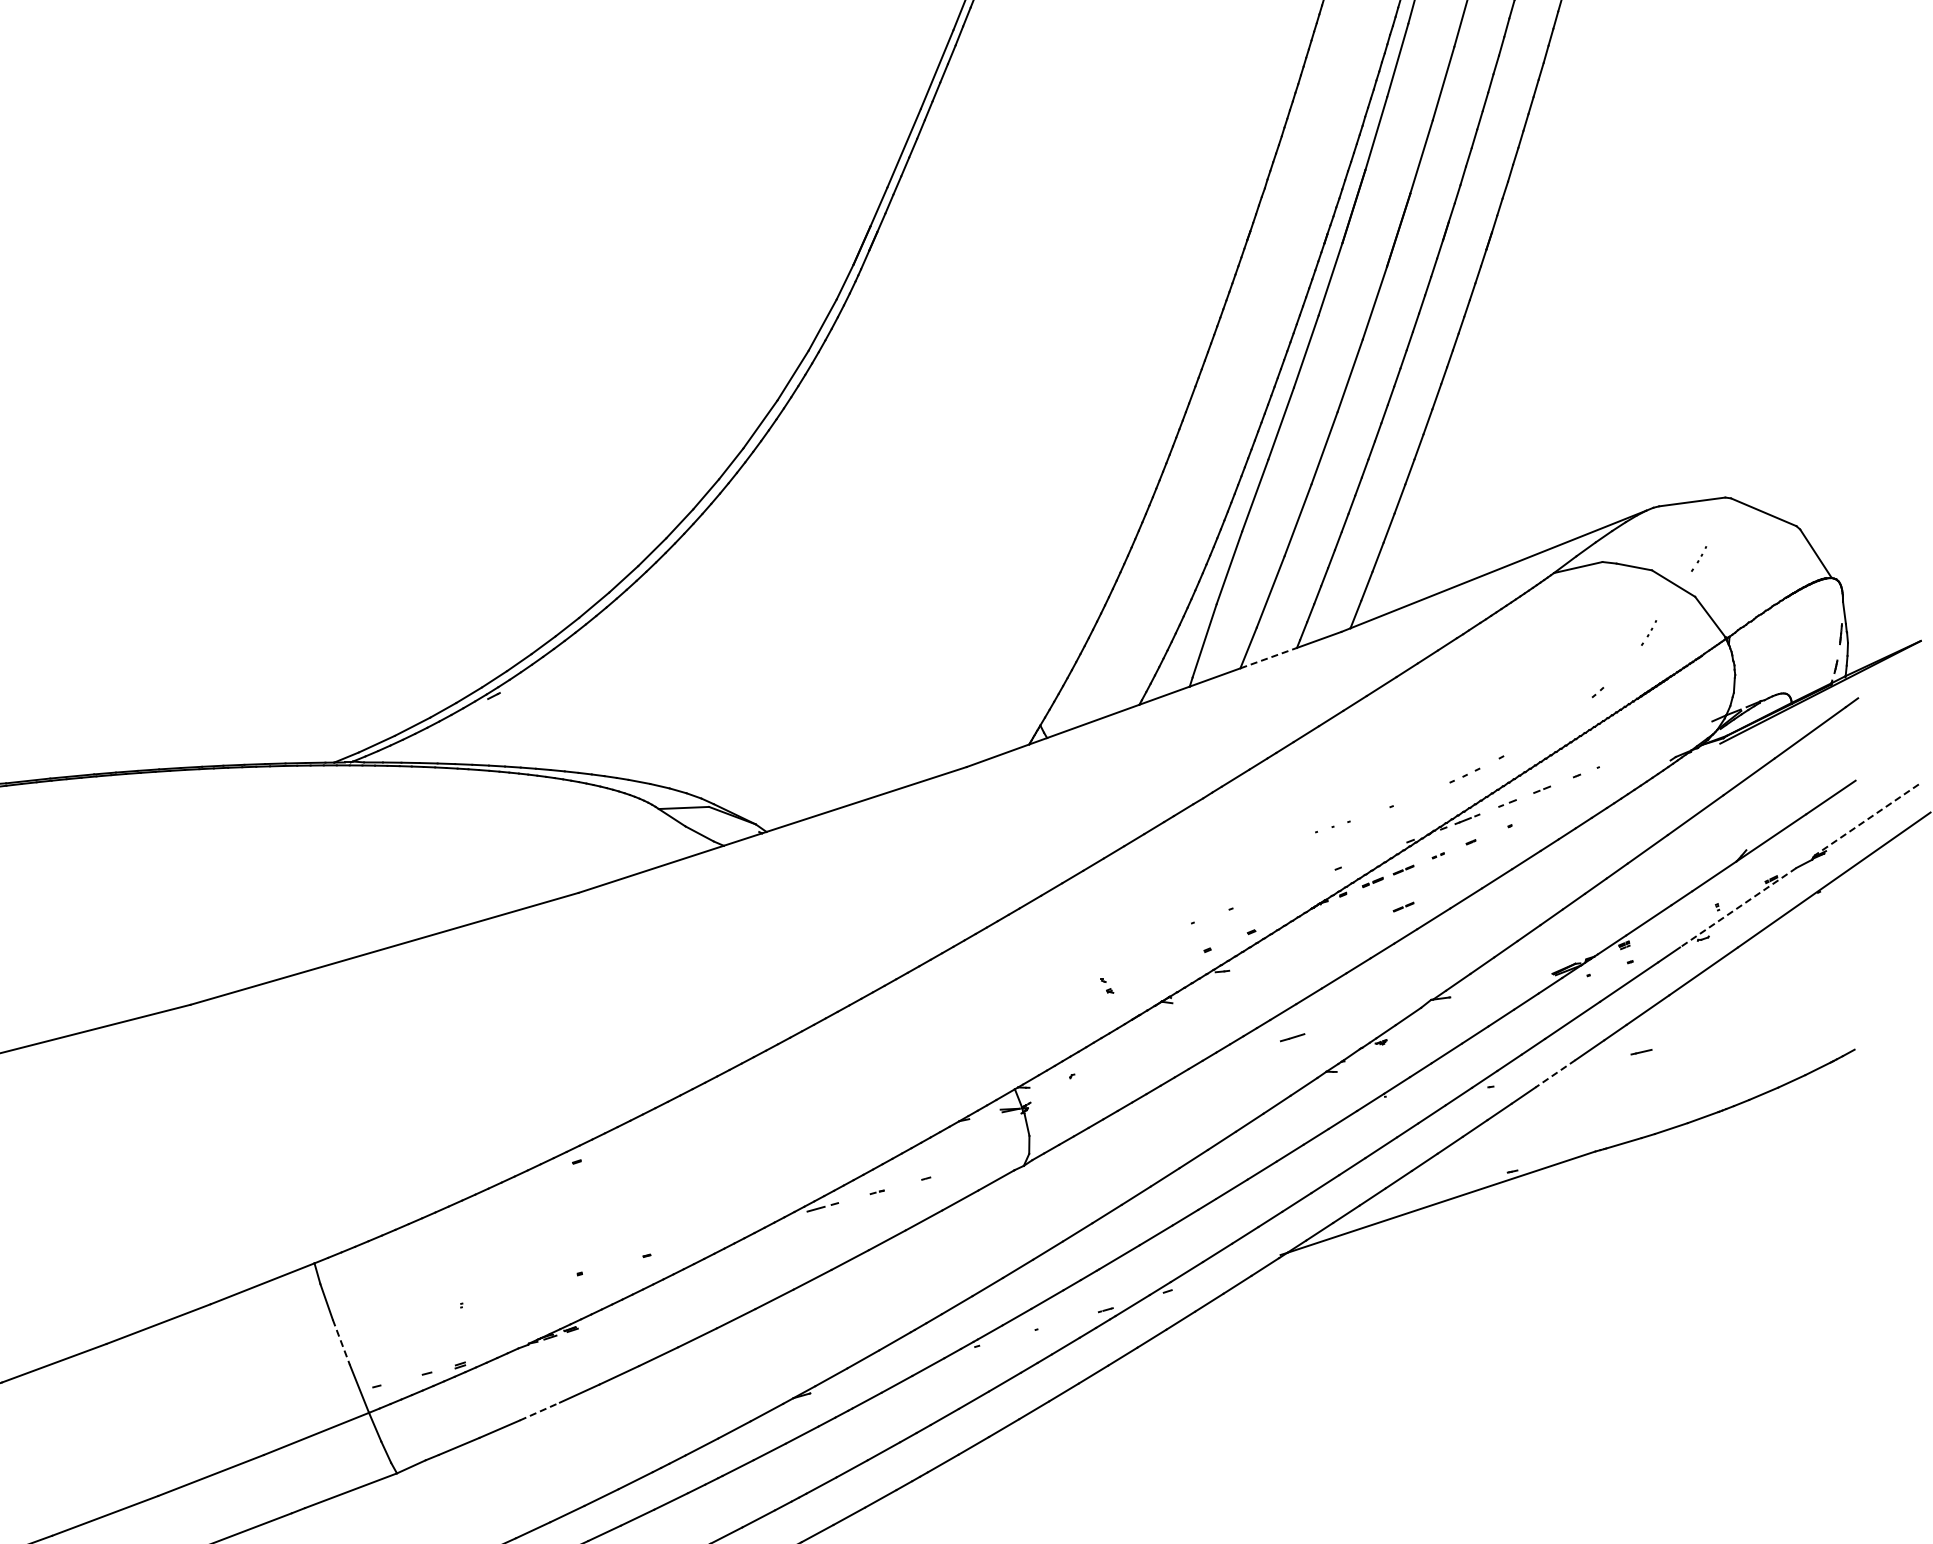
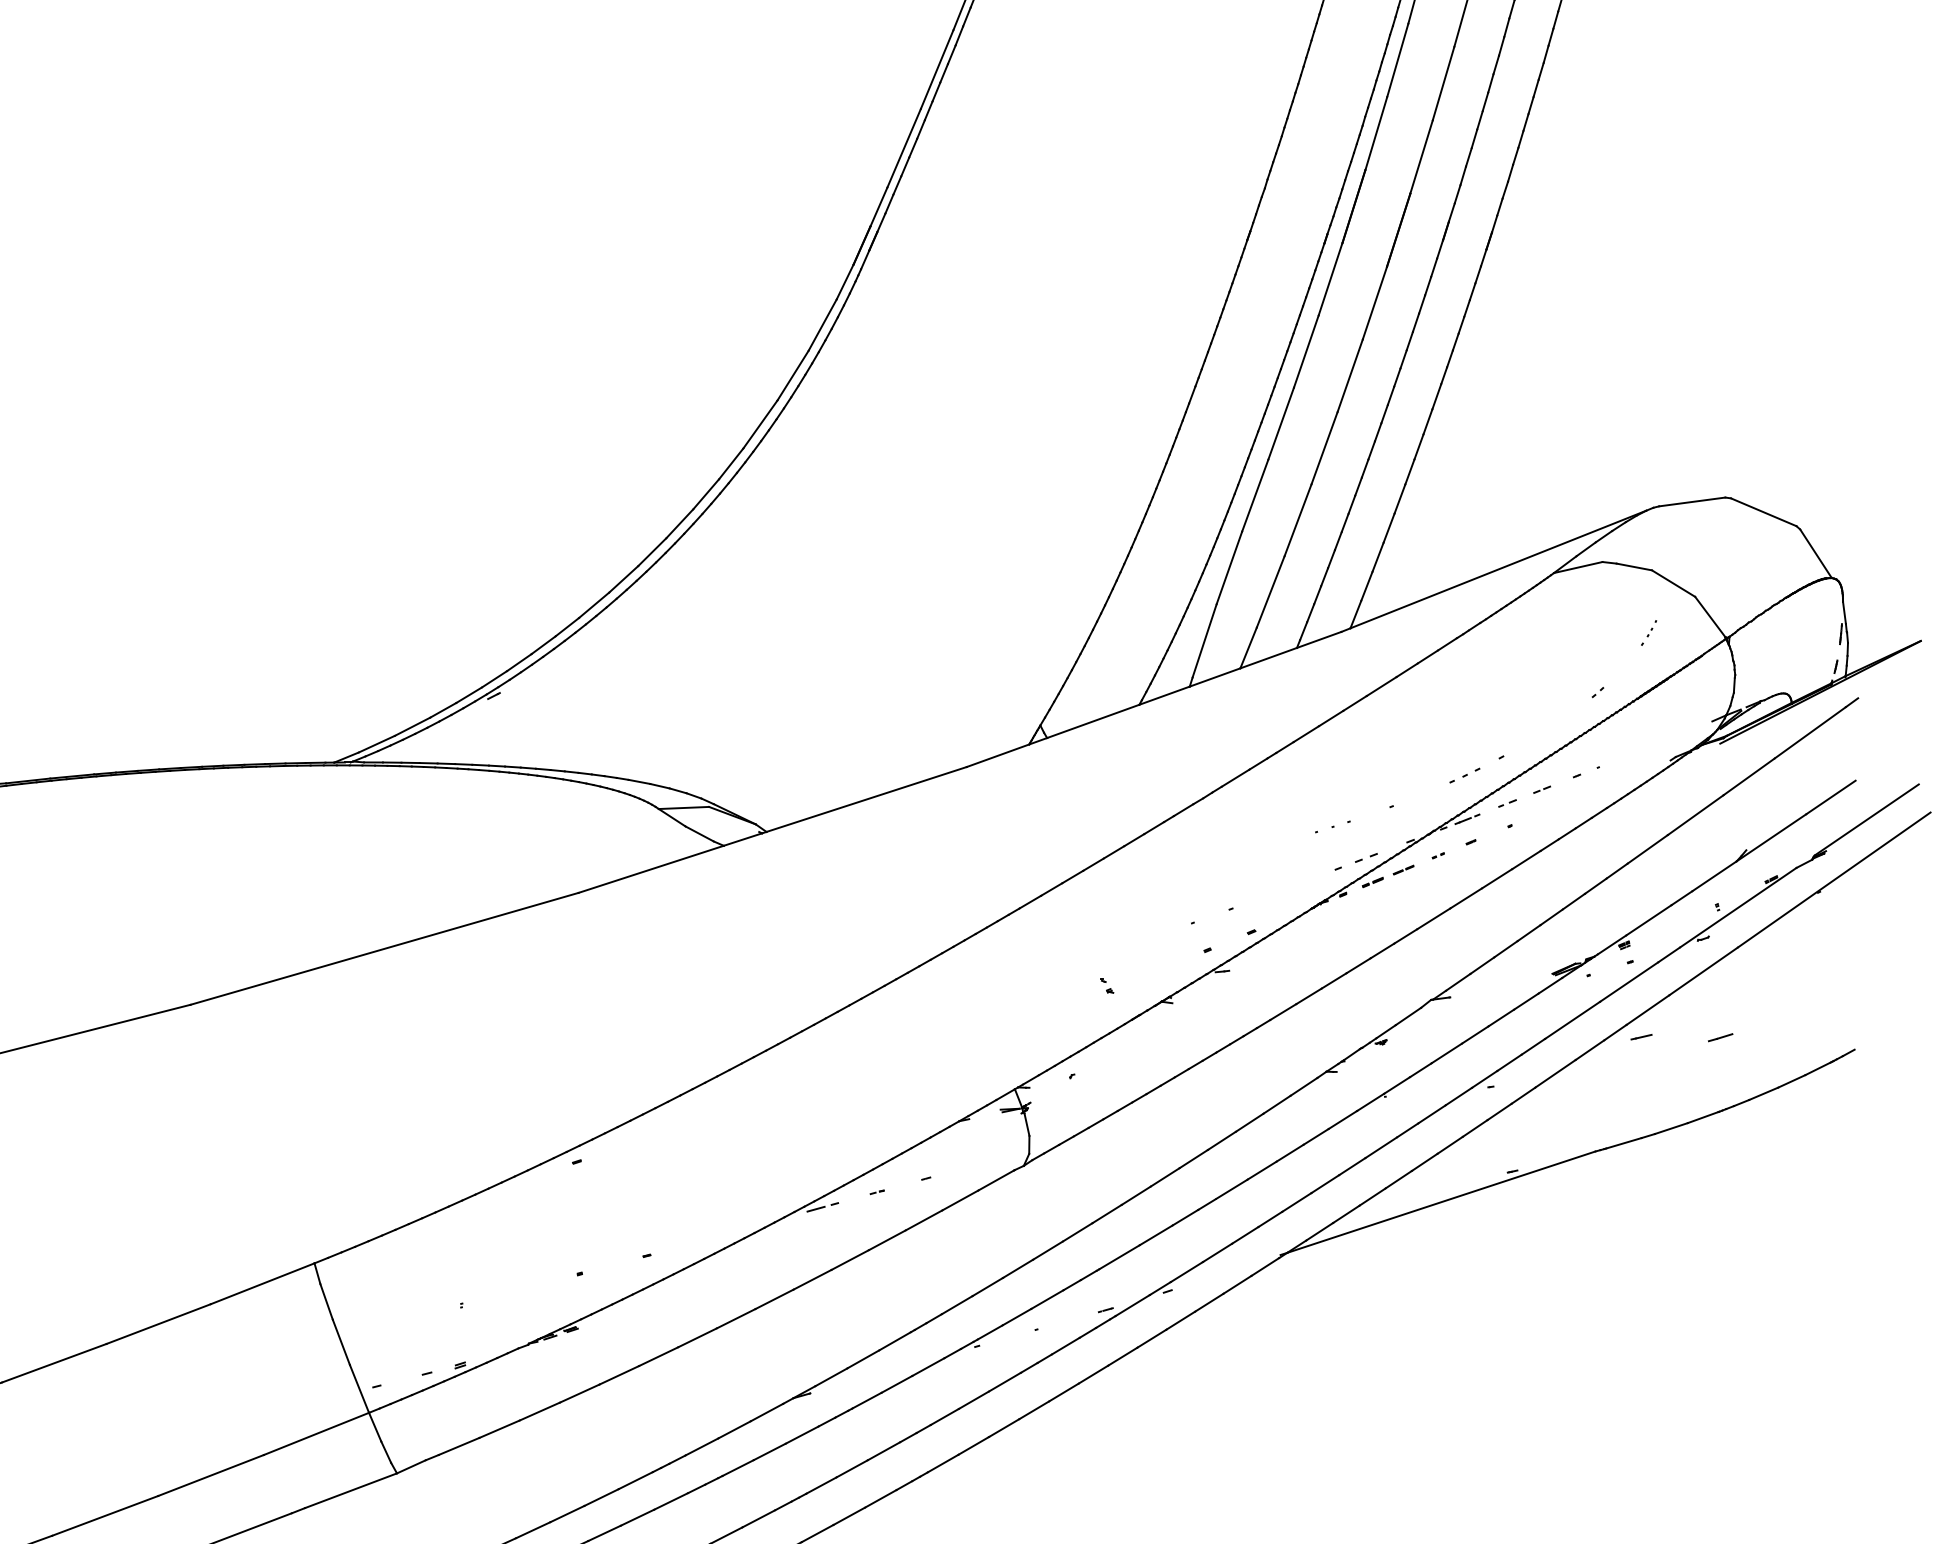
part at (1699, 558): present -> none
line at (1269, 657): dashed -> solid
line at (1866, 820): dashed -> solid
part at (1366, 857): none -> present
line at (1403, 906): present -> none
line at (1738, 907): dashed -> solid
line at (1292, 1037) position: (1292, 1037) -> (1720, 1037)
line at (1641, 1052) position: (1641, 1052) -> (1641, 1037)
line at (1555, 1074): dashed -> solid
line at (341, 1342): dashed -> solid
line at (539, 1411): dashed -> solid
